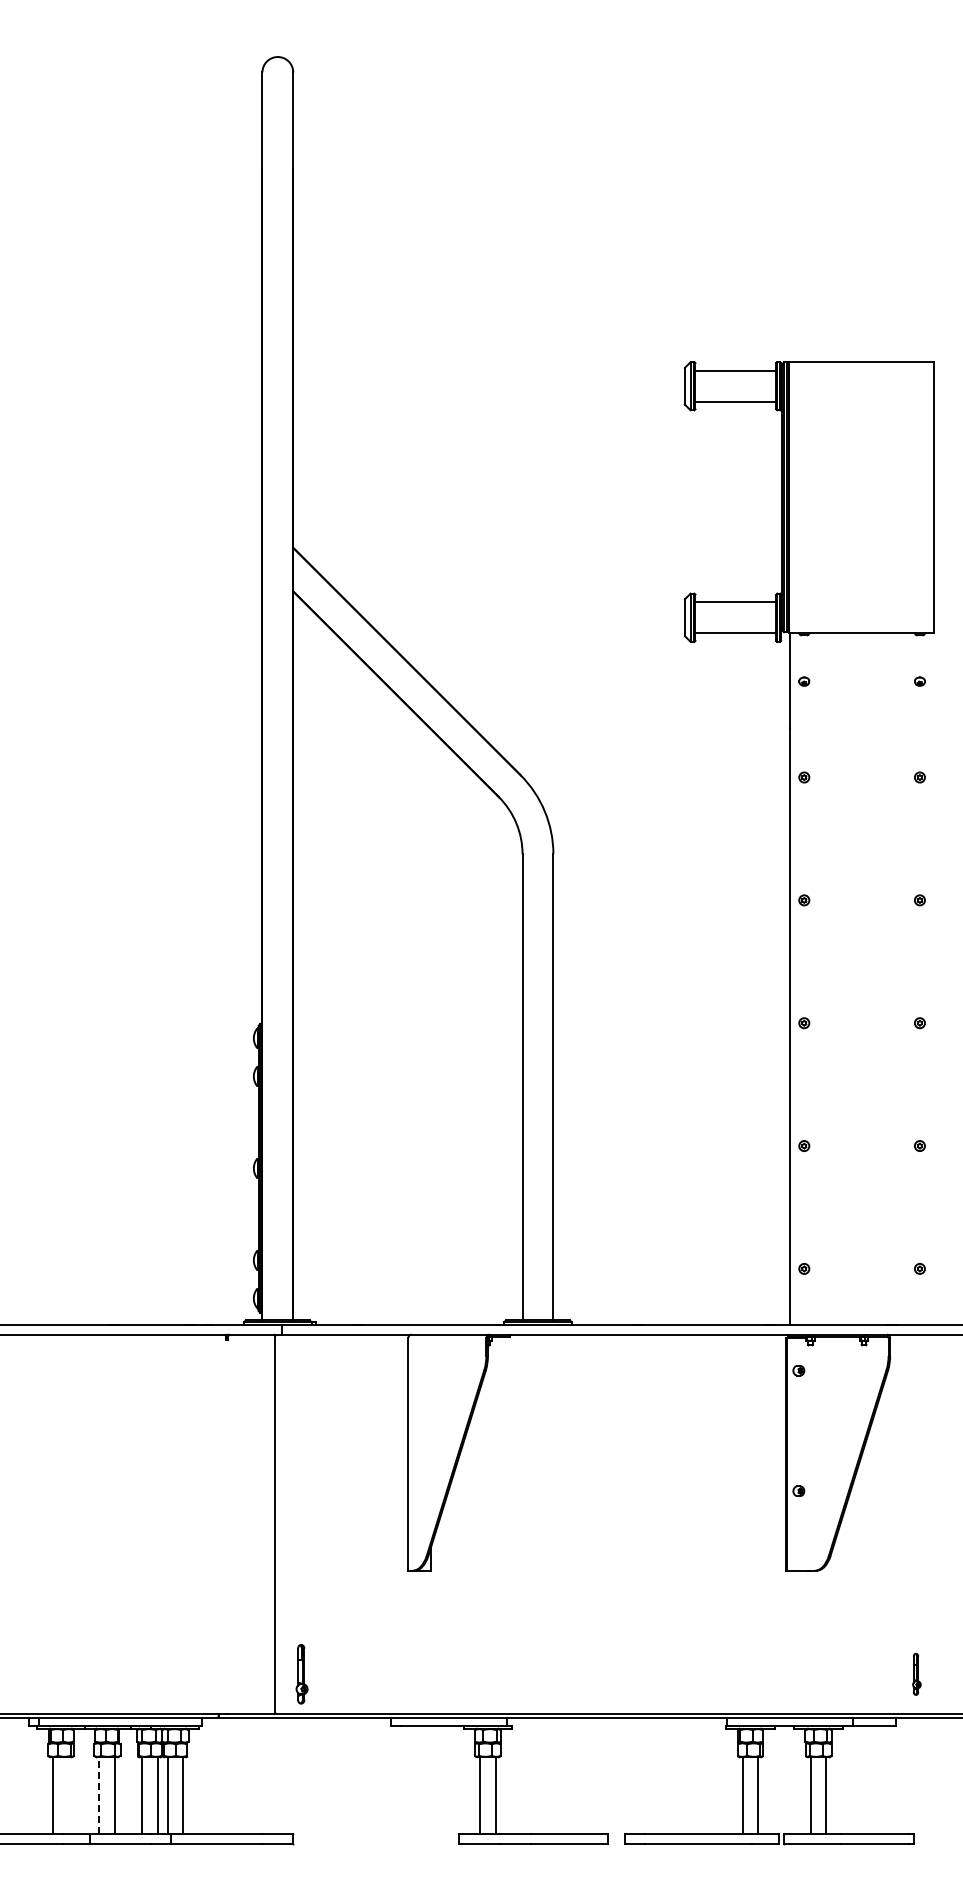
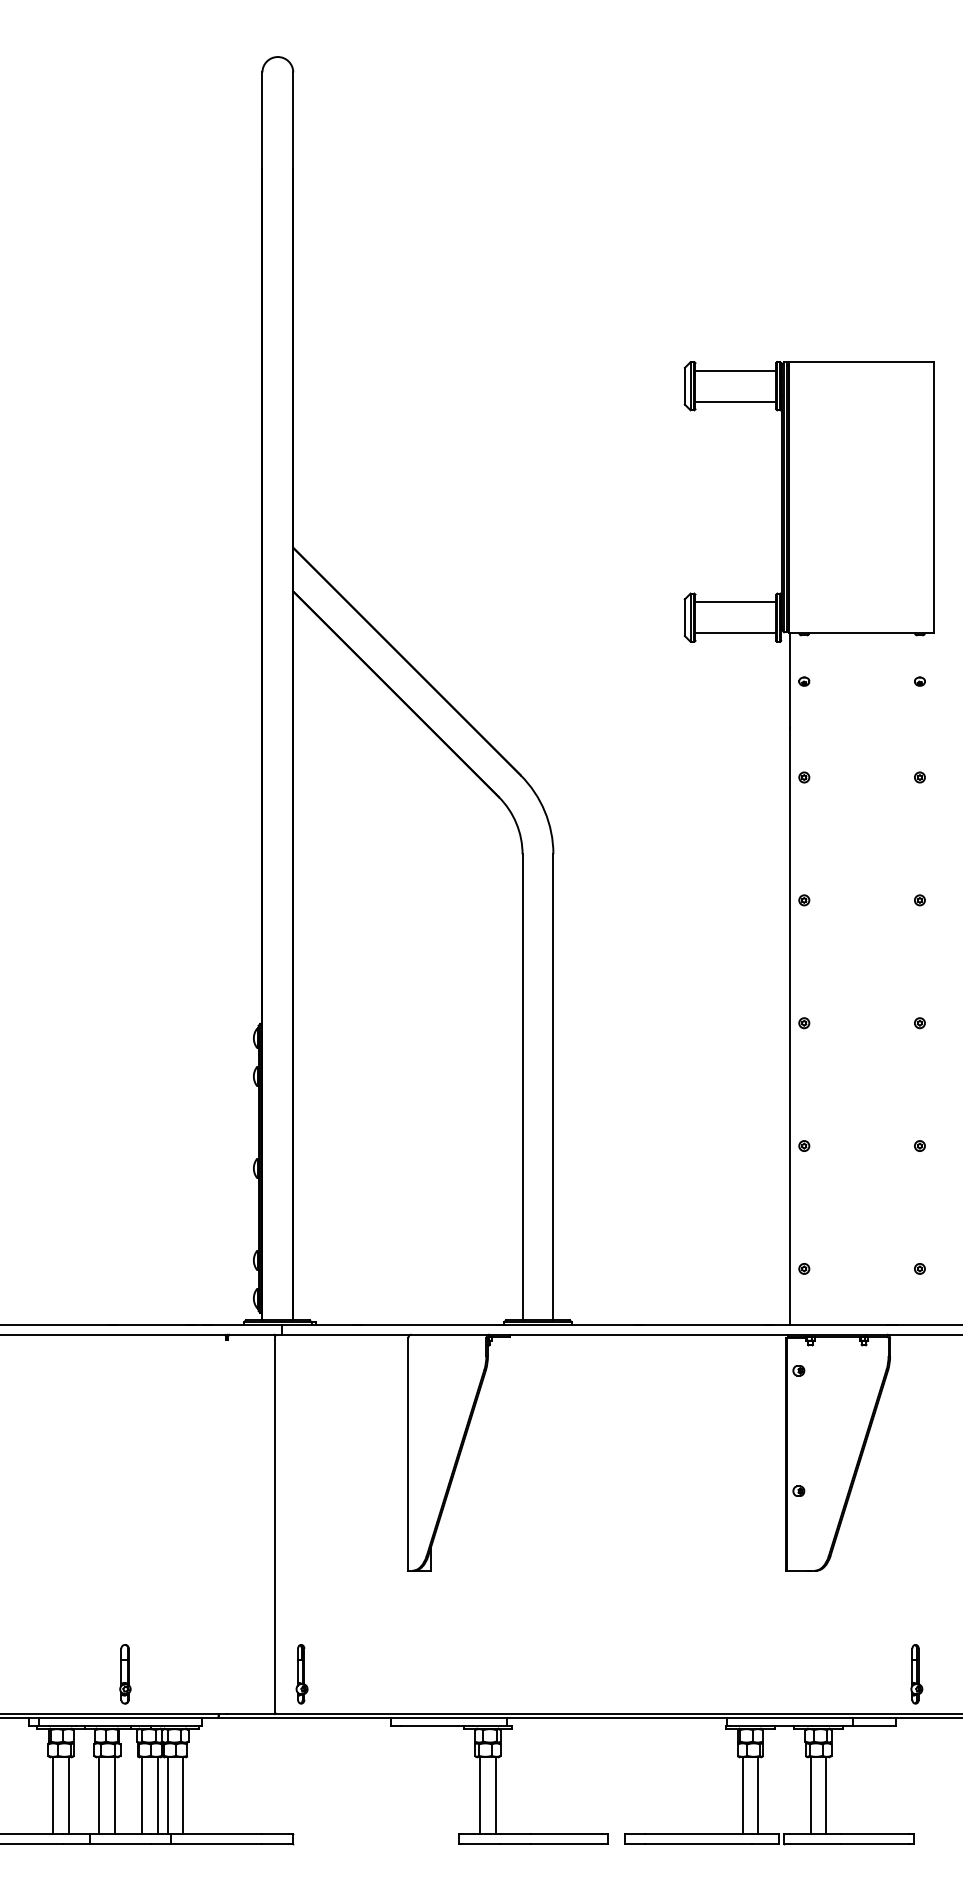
part at (125, 1674): none -> present
part at (916, 1674) size: 10x43 px -> 14x61 px
line at (68, 1795): none -> present
line at (99, 1795): dashed -> solid
